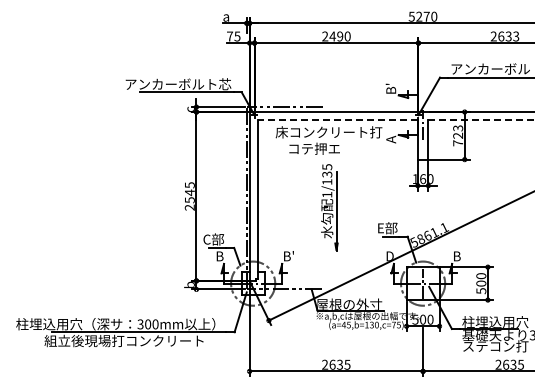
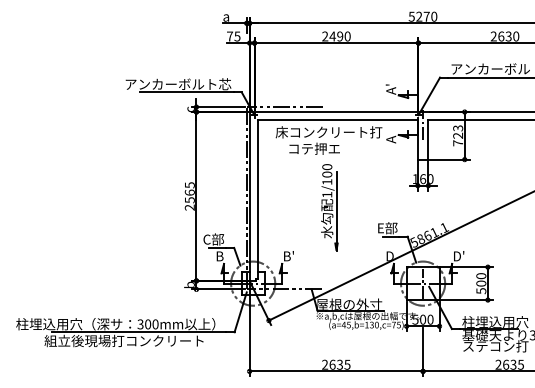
text at (516, 36): 2633 -> 2630
text at (390, 88): B' -> A'
line at (337, 119): dashed -> solid
line at (481, 119): dashed -> solid
text at (327, 170): 1/135 -> 1/100
text at (189, 192): 2545 -> 2565
text at (459, 256): B -> D'
